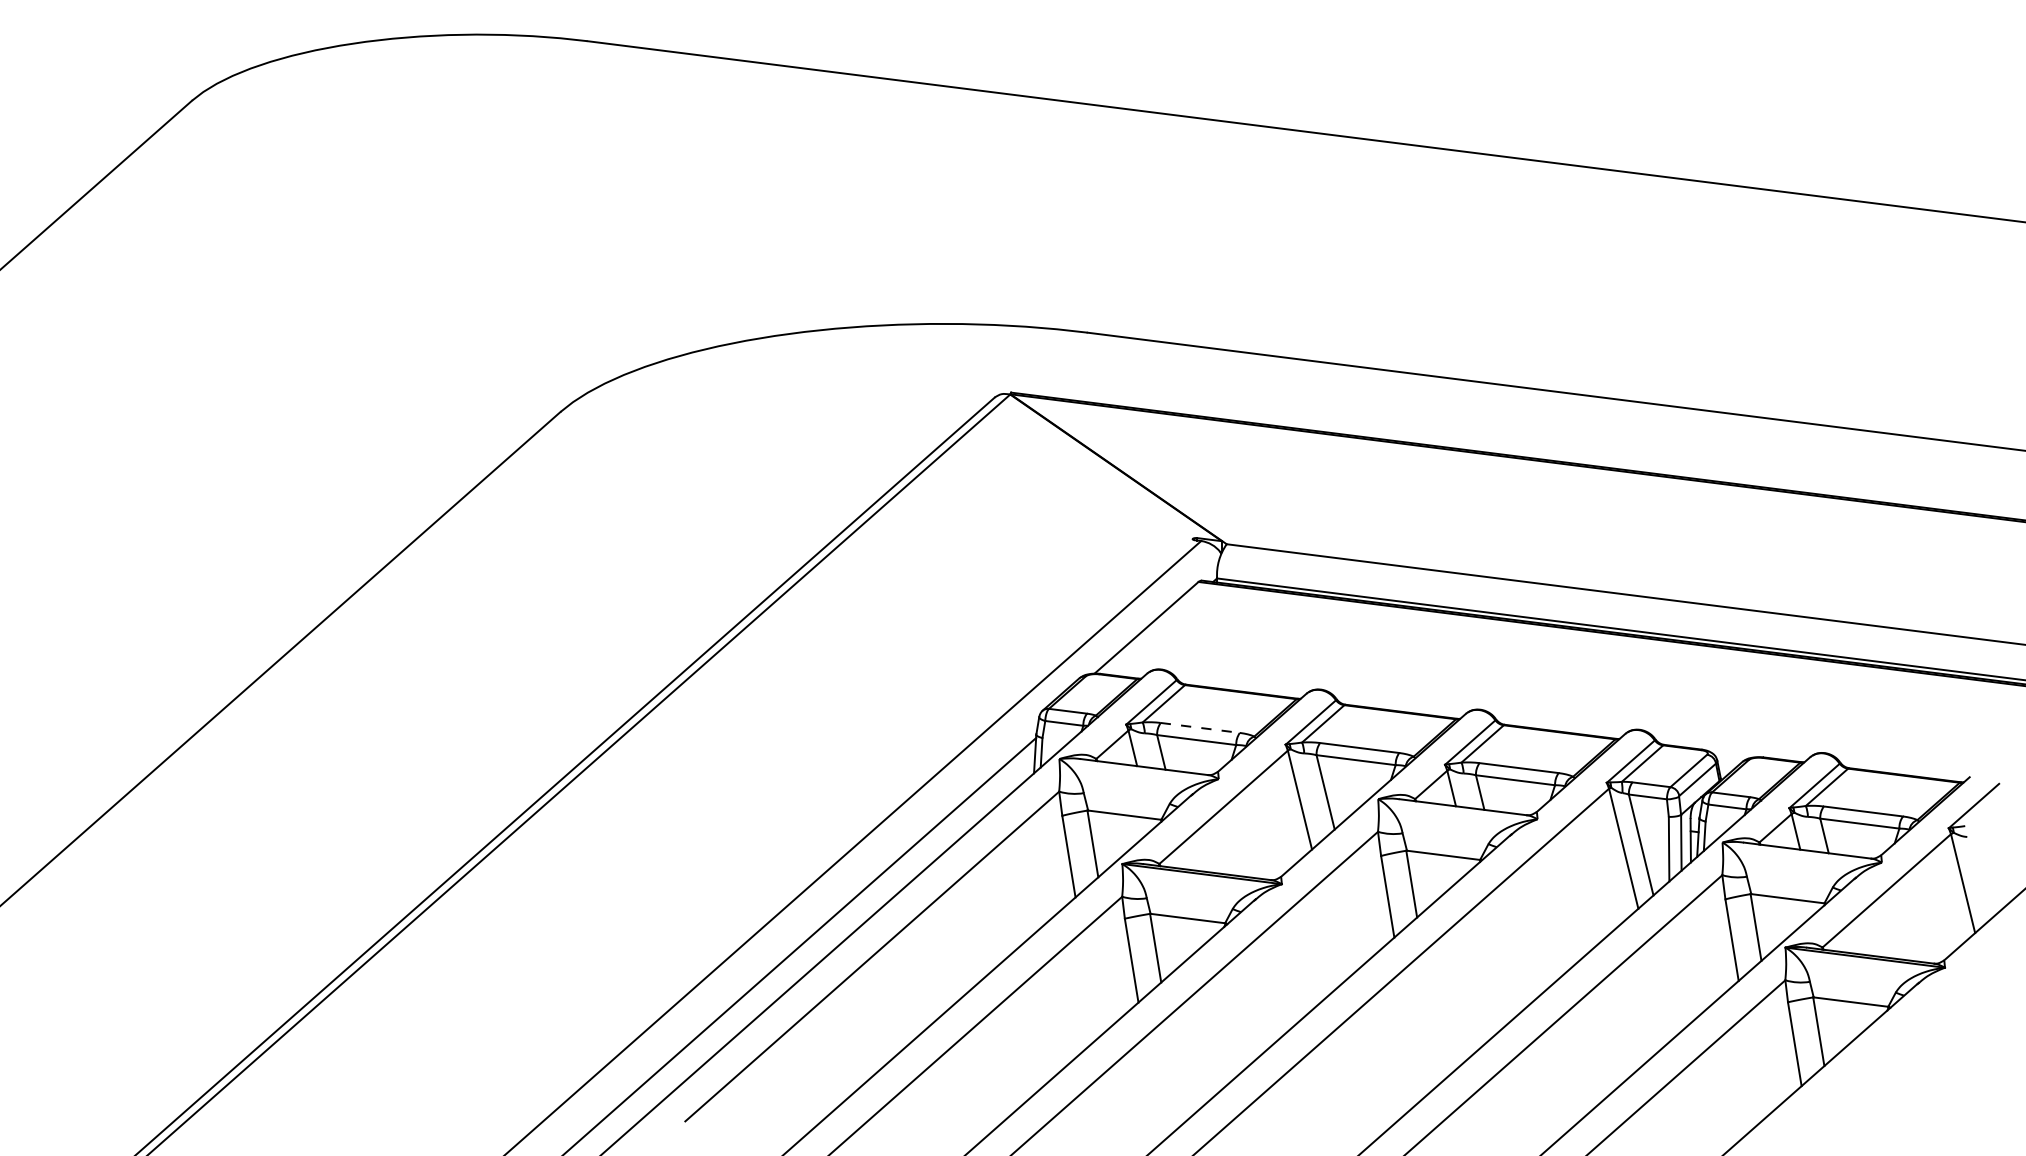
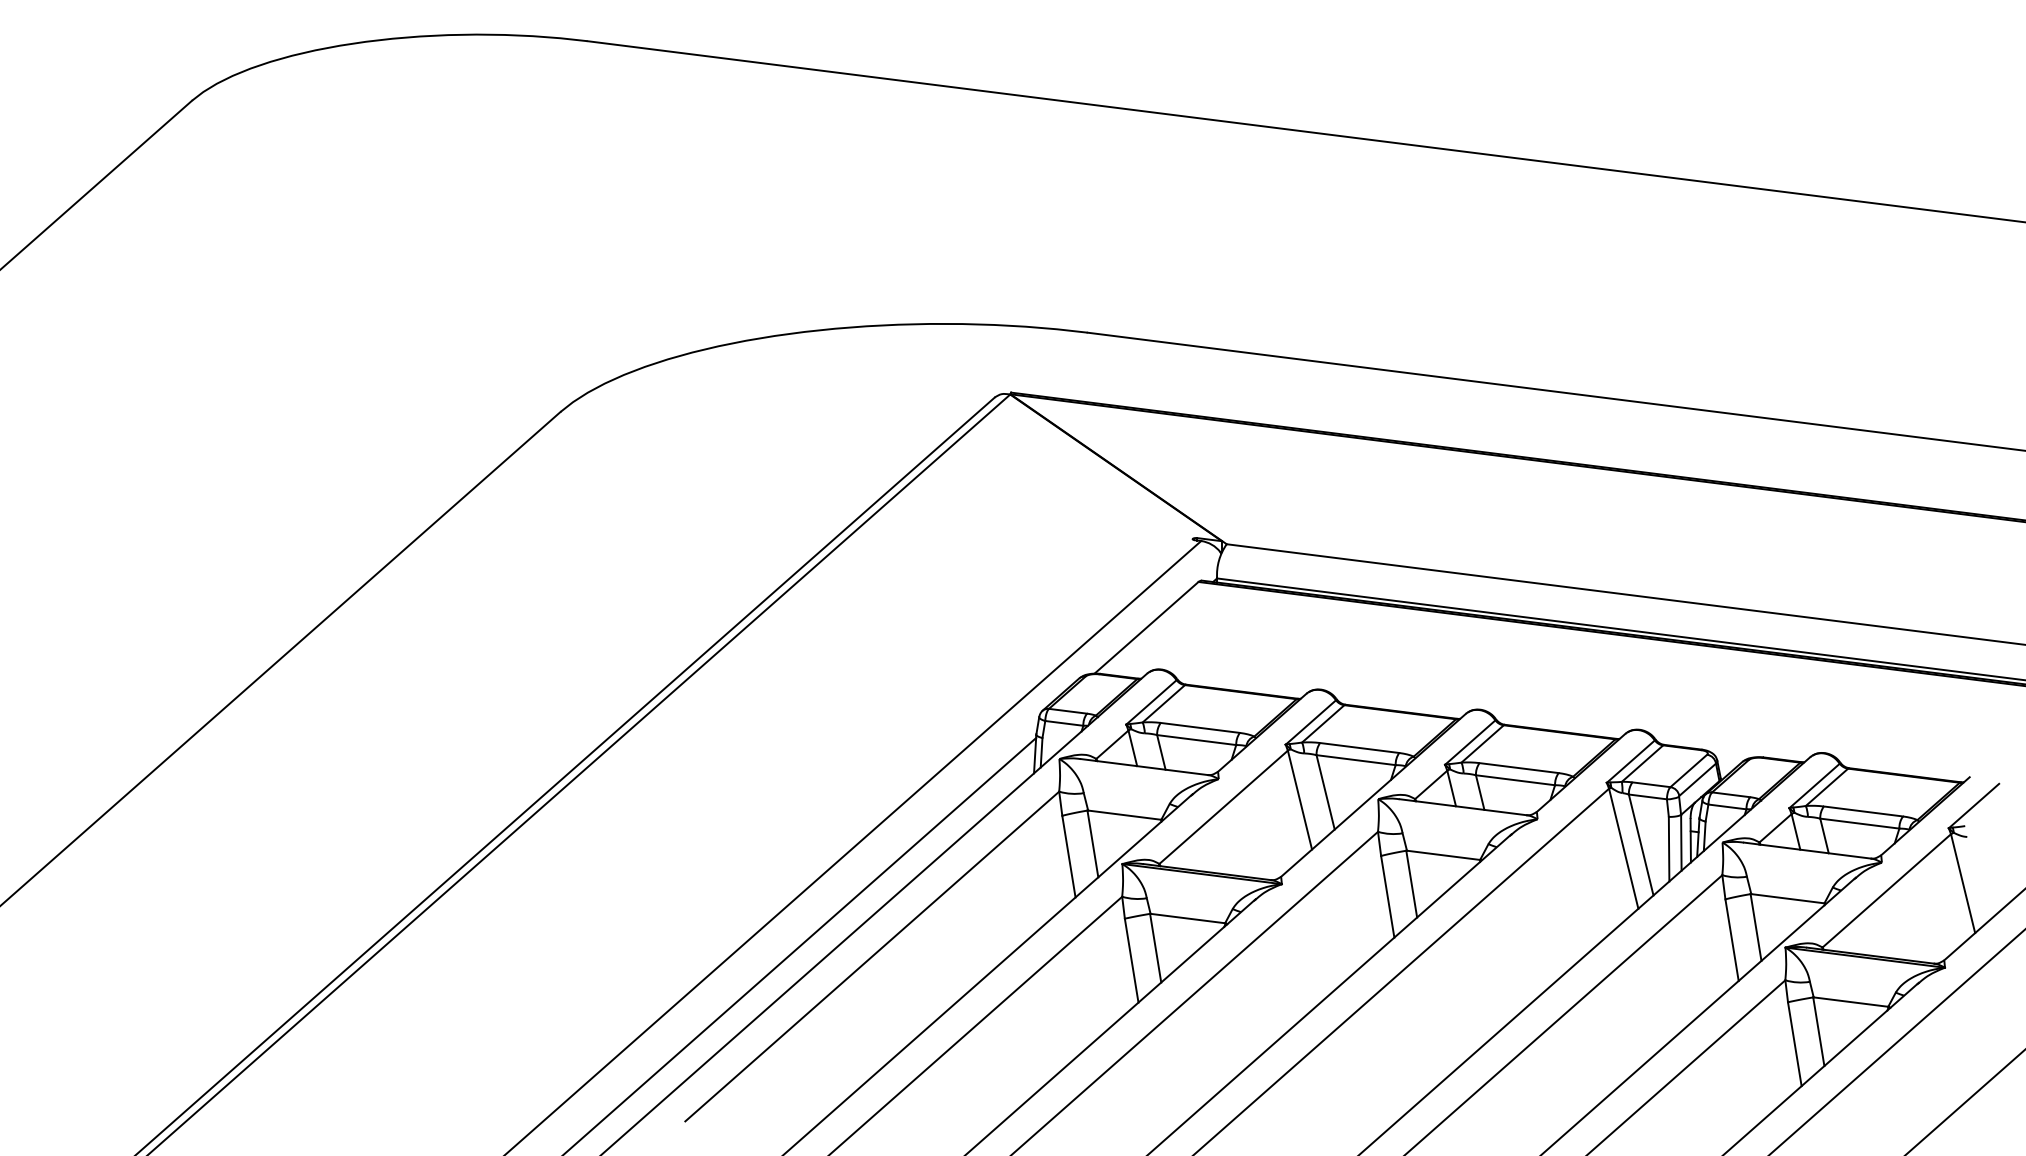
line at (1200, 727): dashed -> solid
line at (1897, 1041): none -> present
line at (1965, 1101): none -> present
